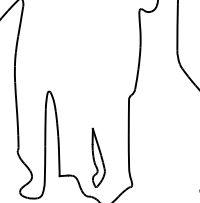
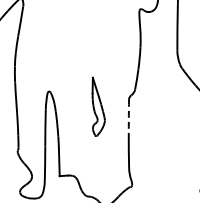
arc at (128, 117): solid -> dashed
part at (98, 157) position: (98, 157) -> (98, 106)
